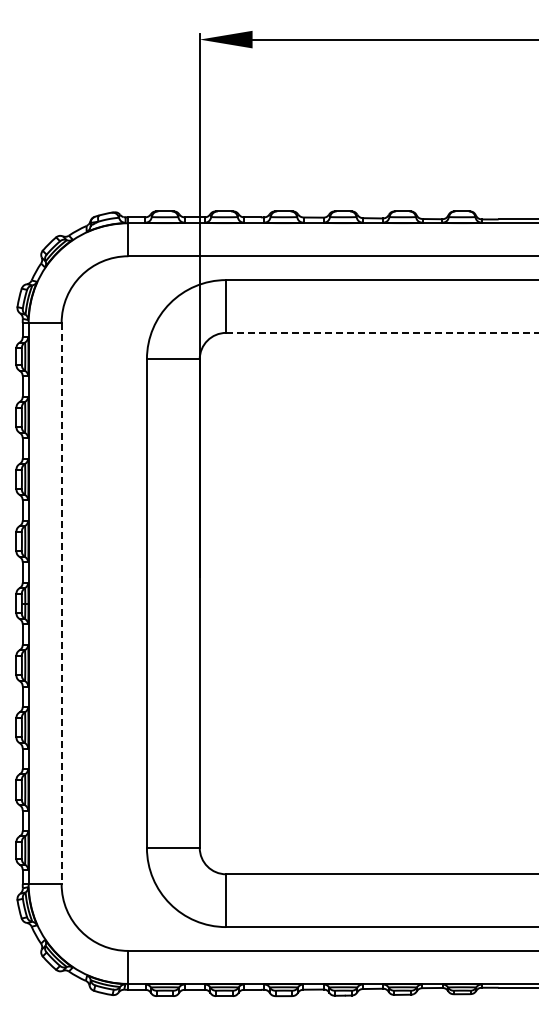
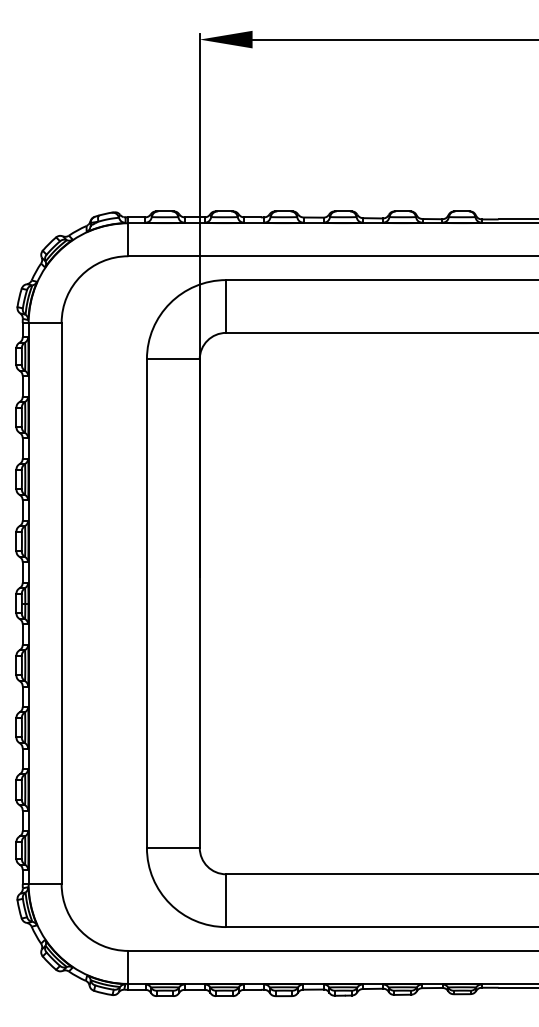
line at (383, 332): dashed -> solid
line at (61, 603): dashed -> solid
